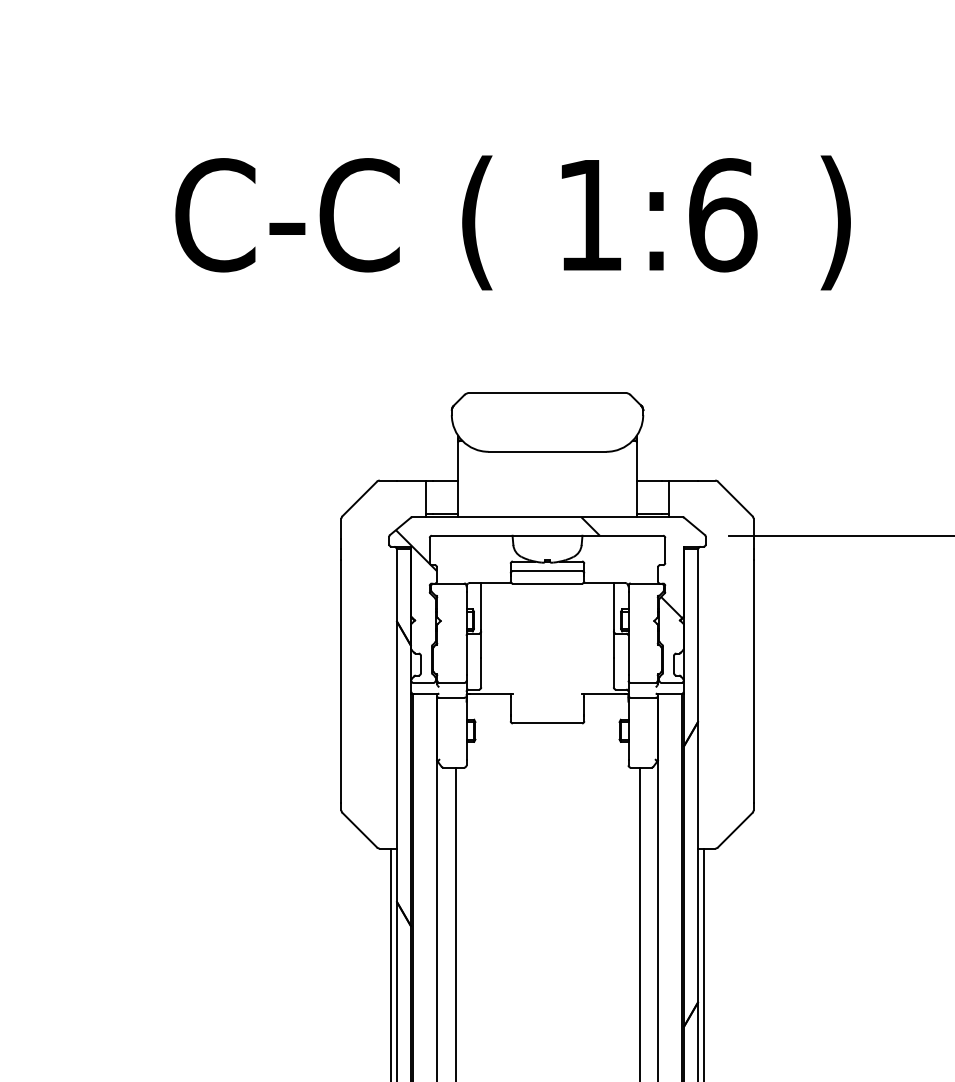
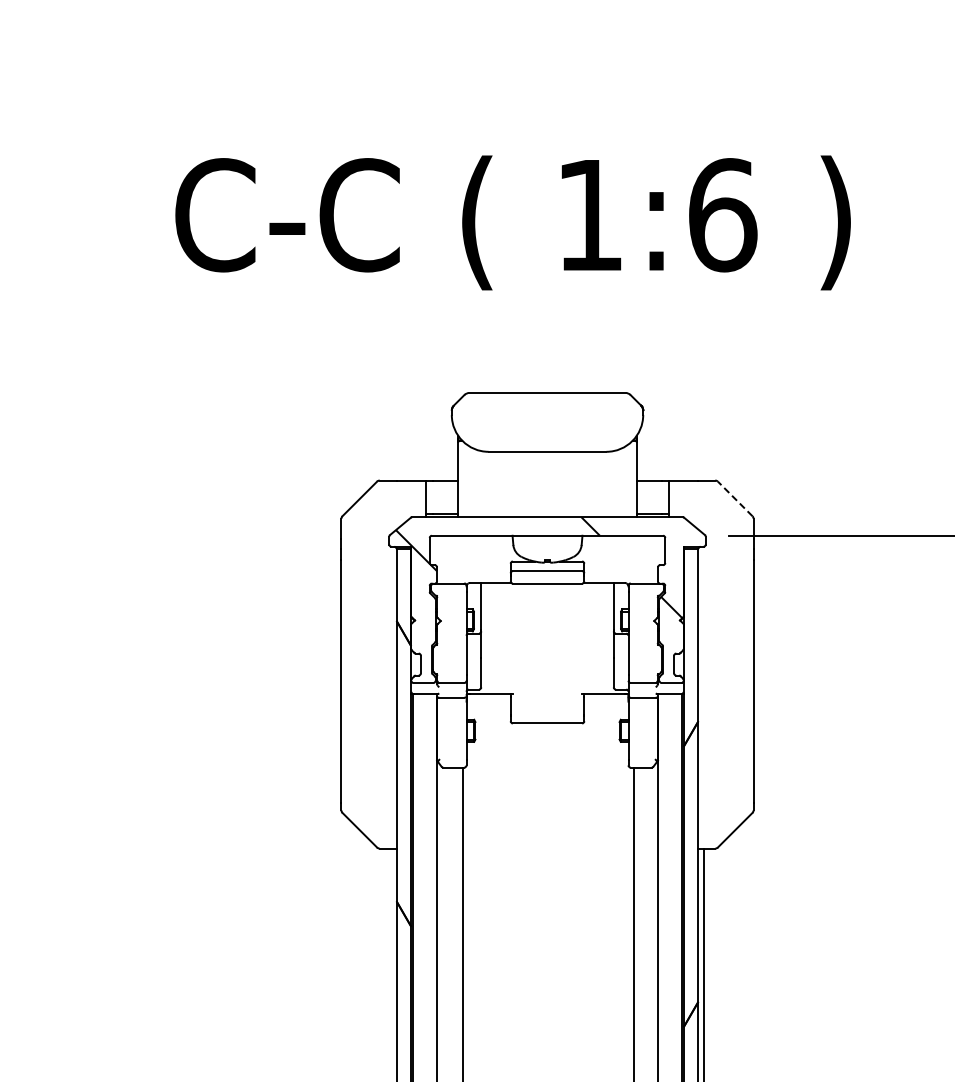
line at (735, 498): solid -> dashed
line at (455, 922) position: (455, 922) -> (462, 922)
line at (639, 922) position: (639, 922) -> (633, 922)
line at (390, 963): present -> none
